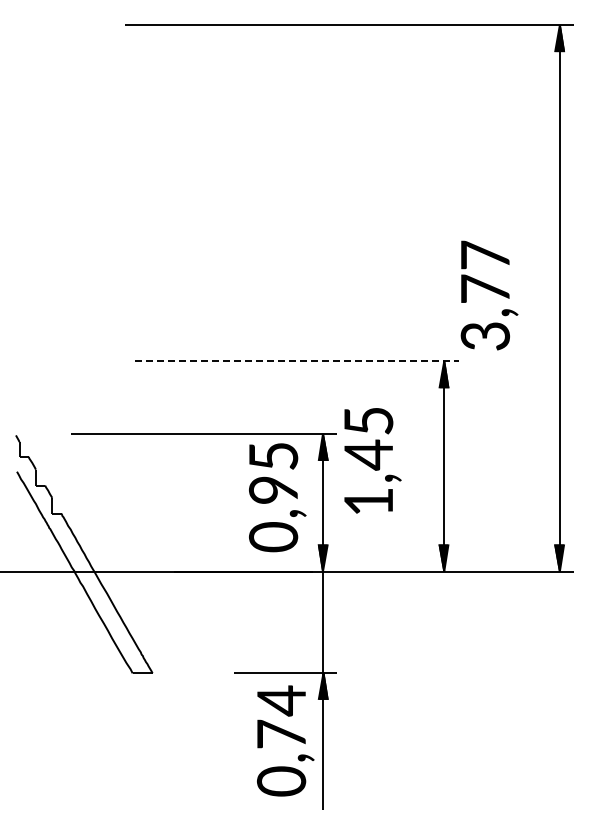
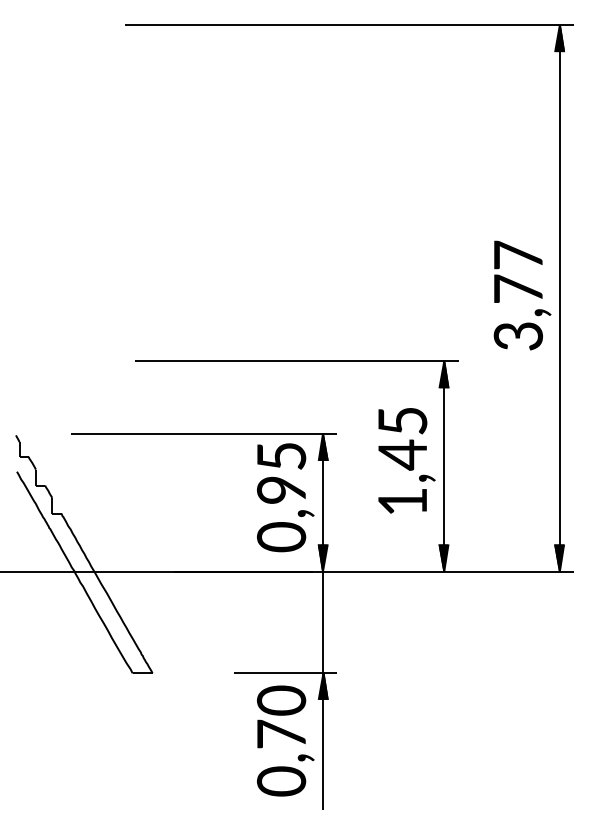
text at (489, 295) position: (489, 295) -> (522, 295)
line at (296, 361): dashed -> solid
text at (372, 460) position: (372, 460) -> (406, 460)
text at (277, 497) position: (277, 497) -> (285, 497)
text at (281, 700): 0,74 -> 0,70
